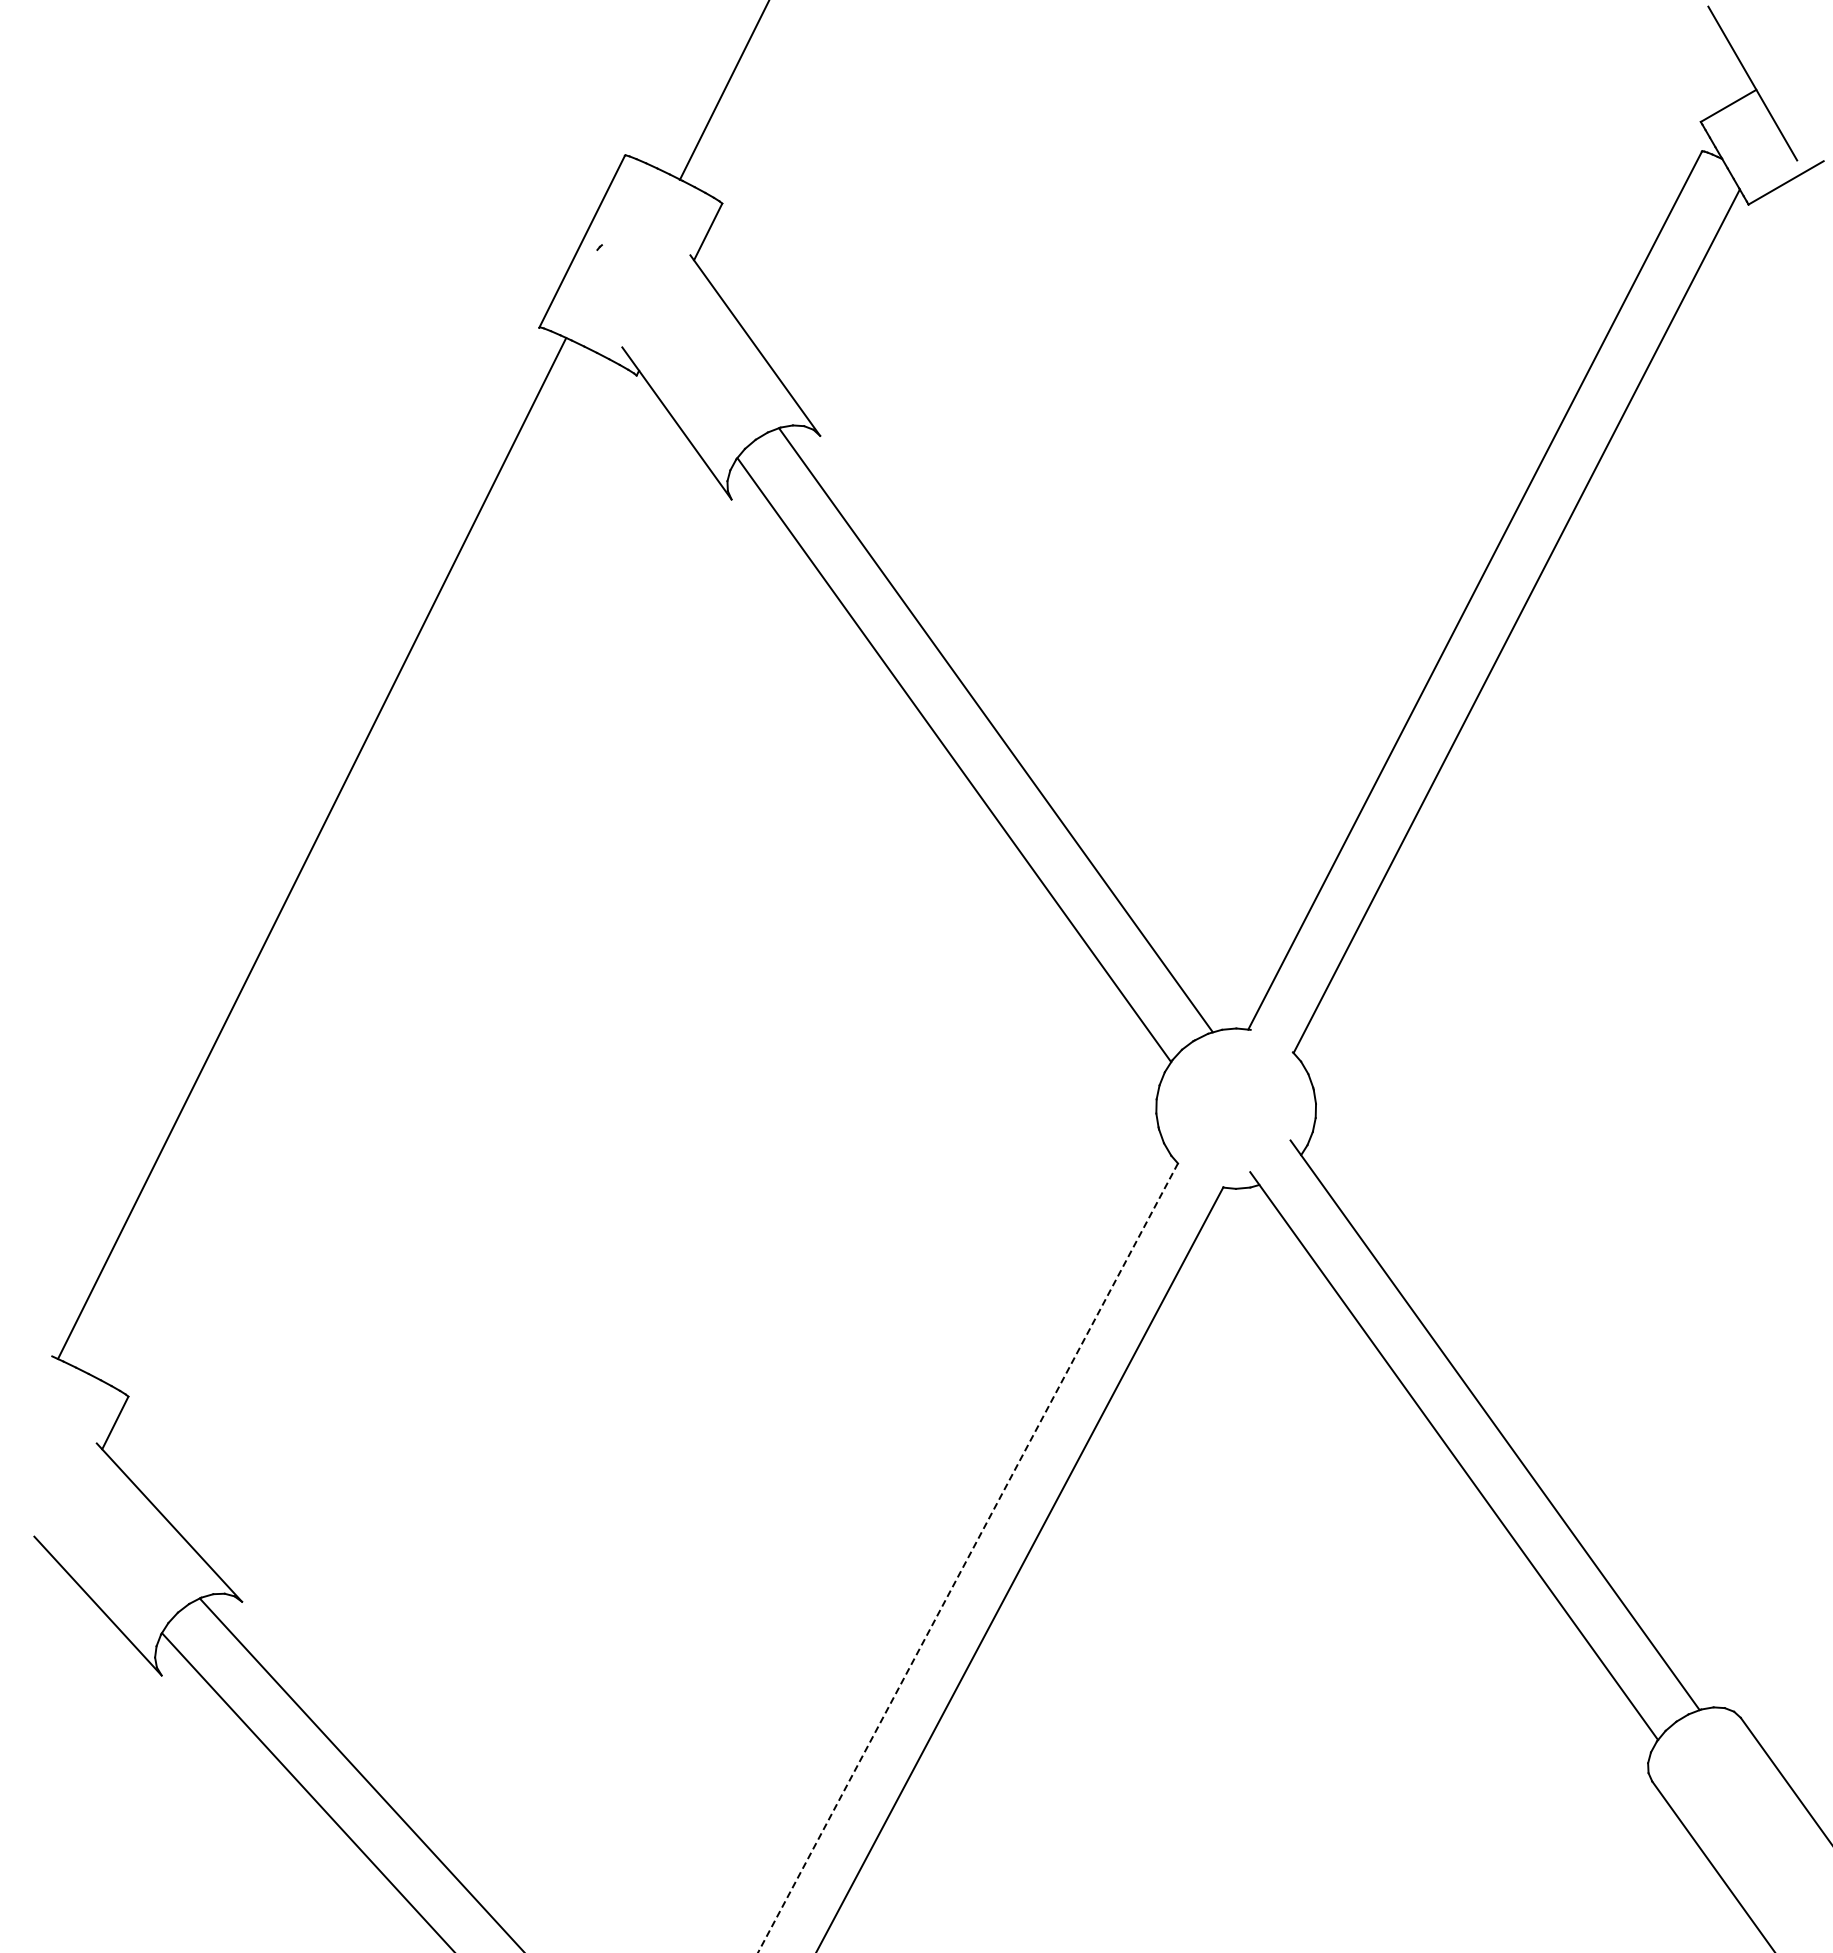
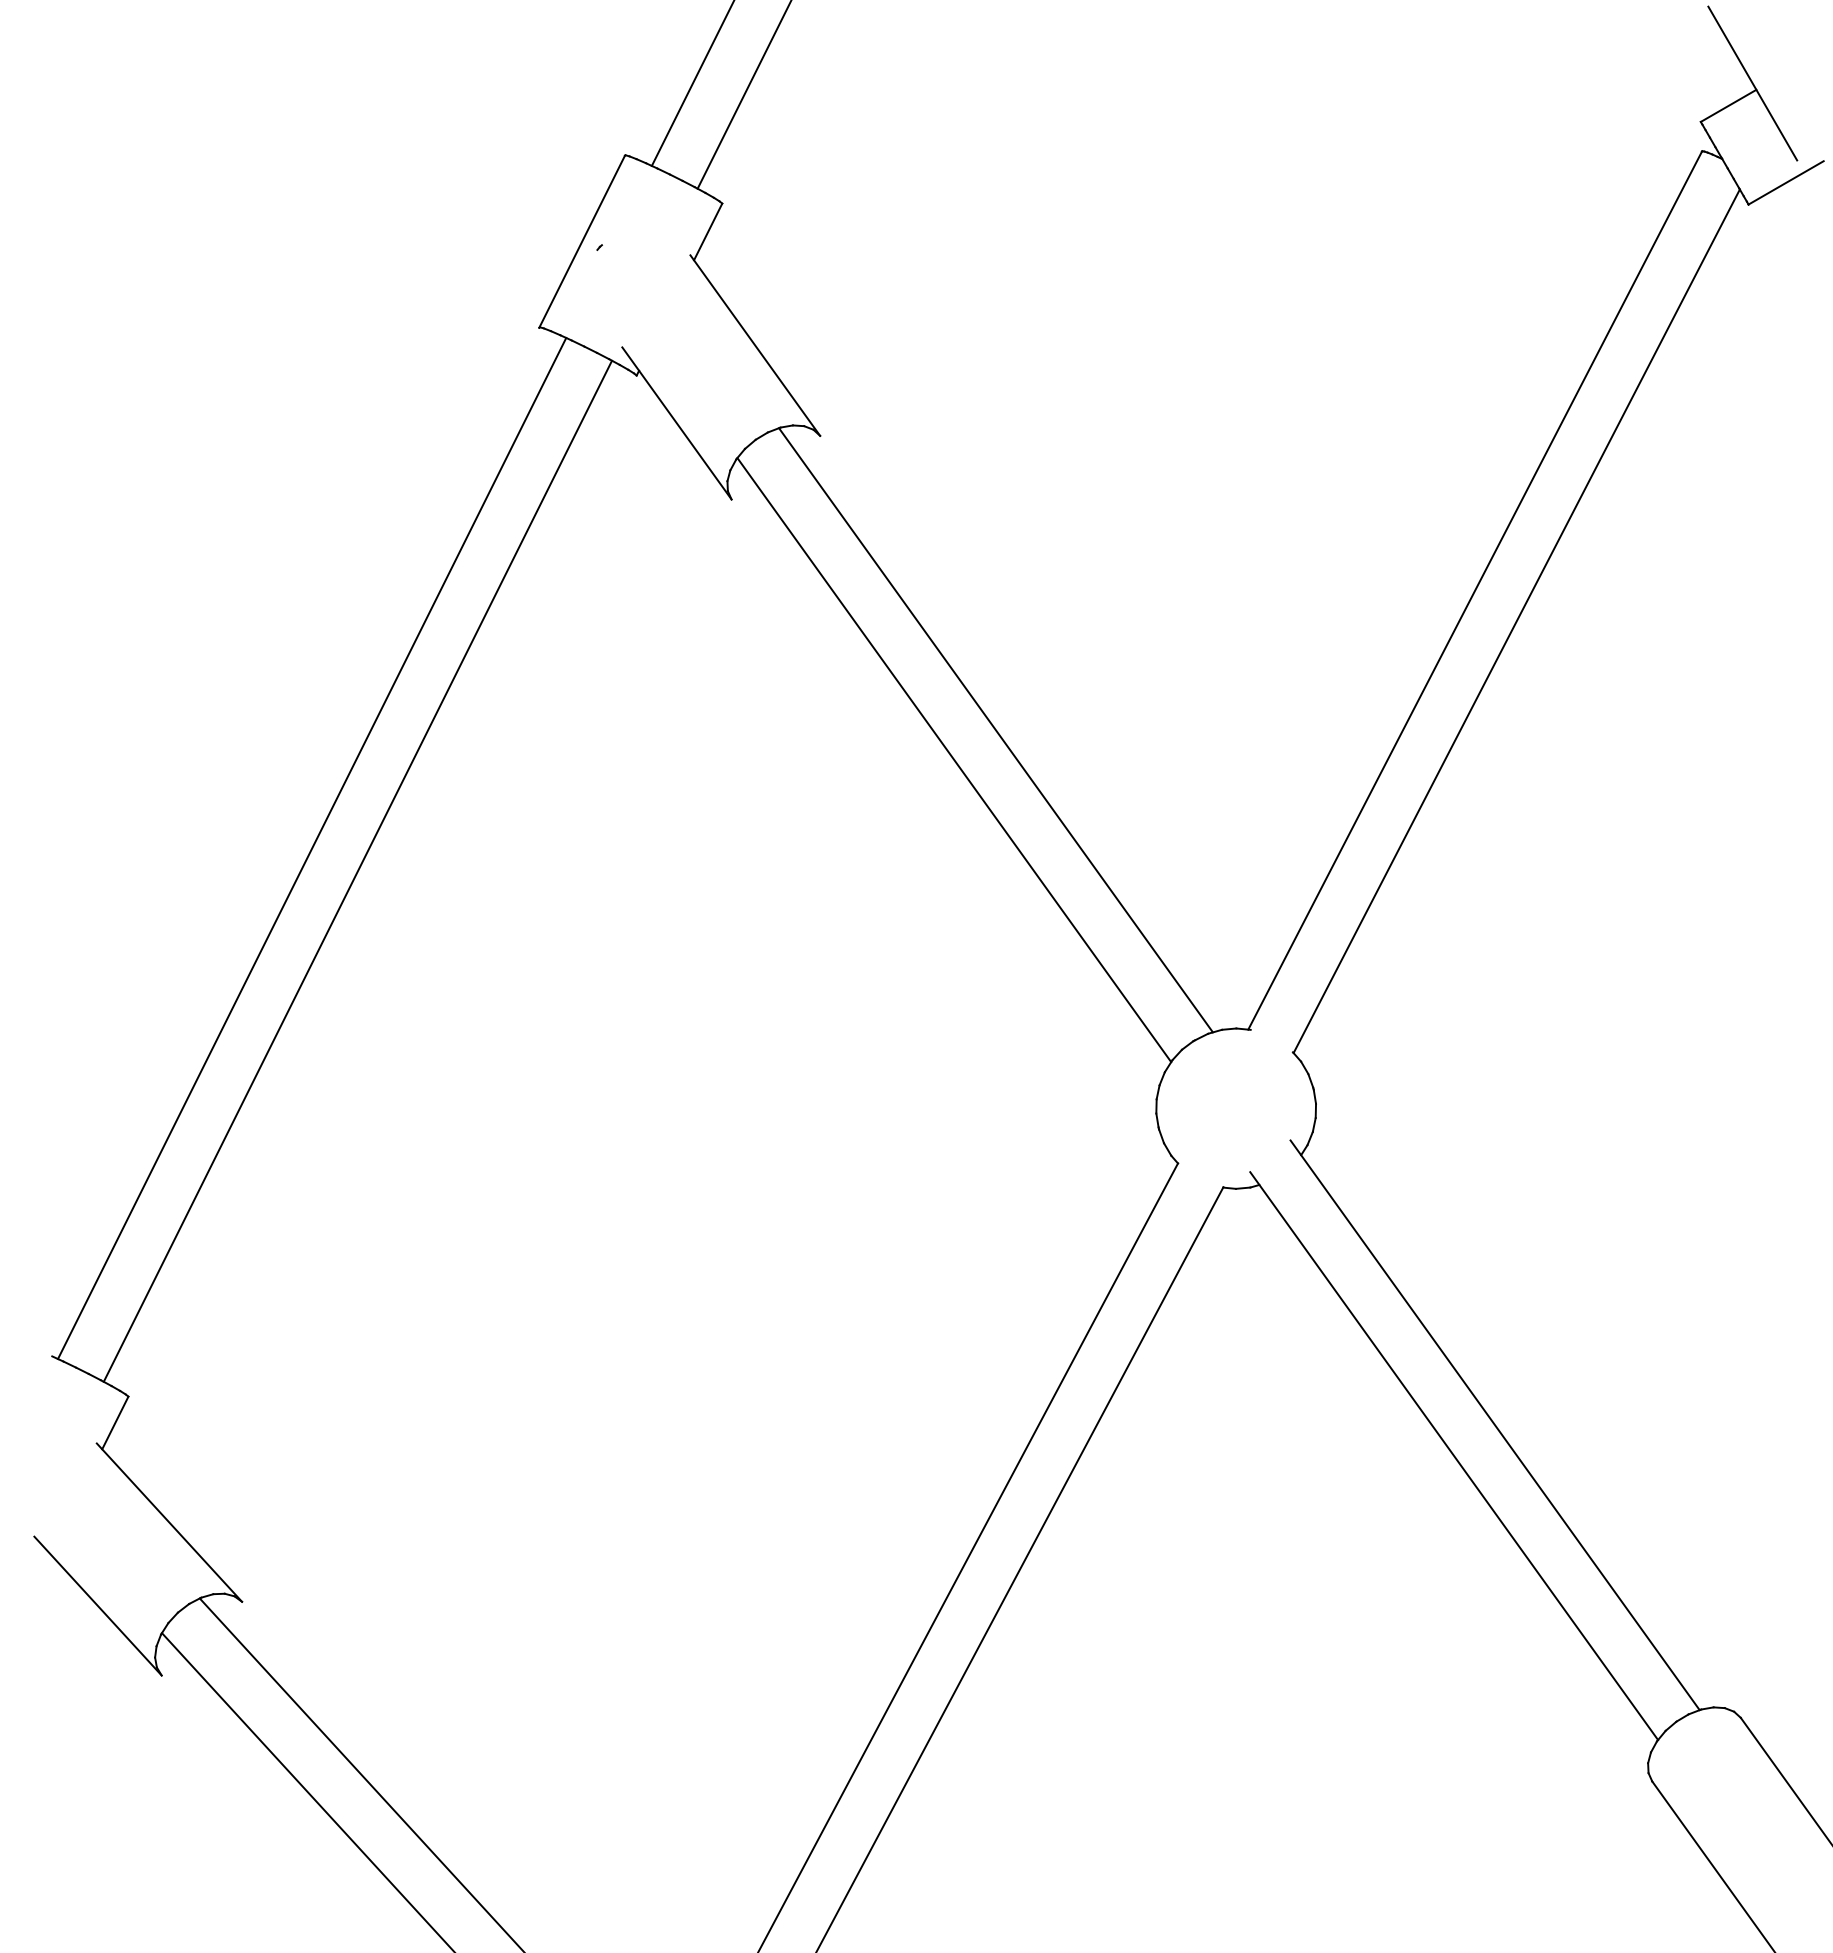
line at (723, 90) position: (723, 90) -> (692, 83)
line at (743, 95): none -> present
line at (357, 870): none -> present
line at (967, 1558): dashed -> solid
